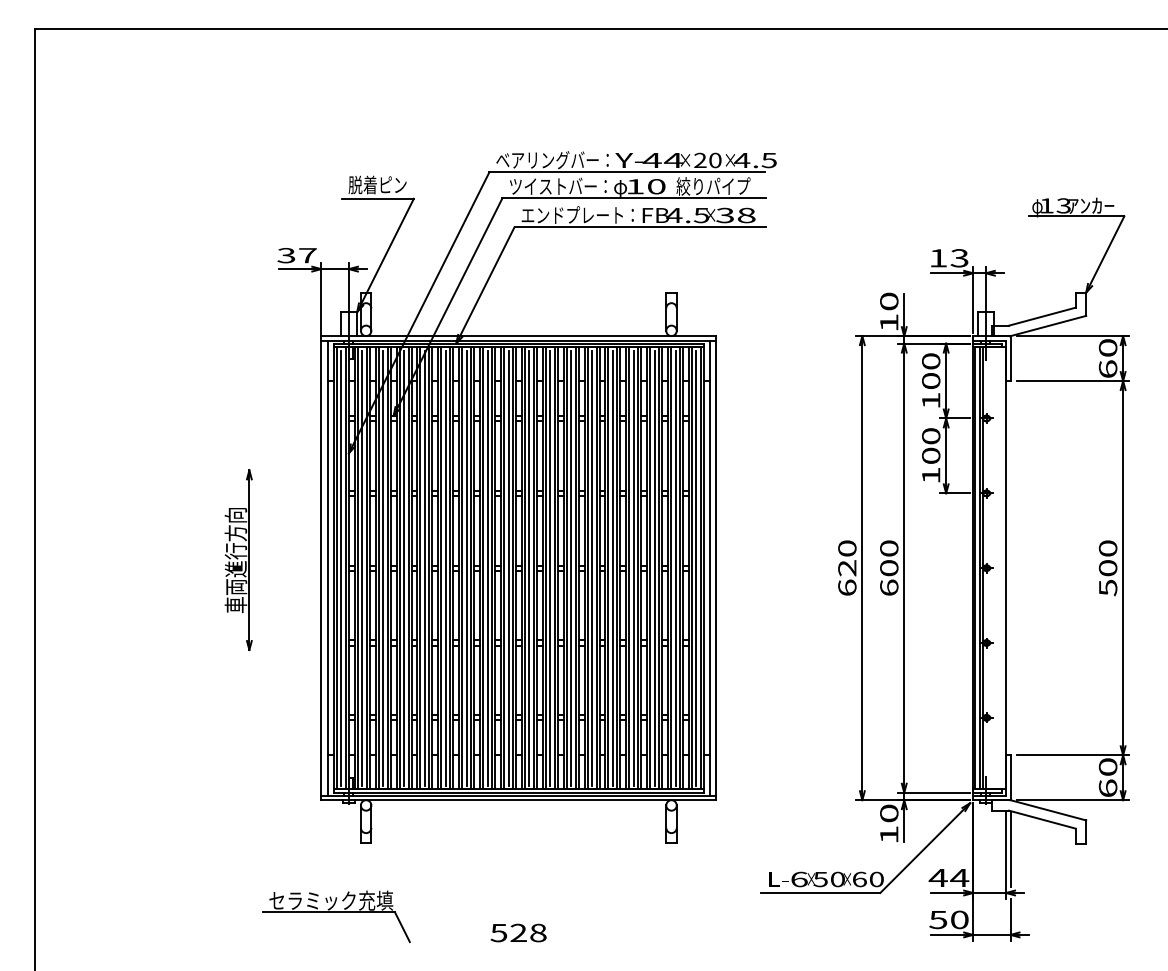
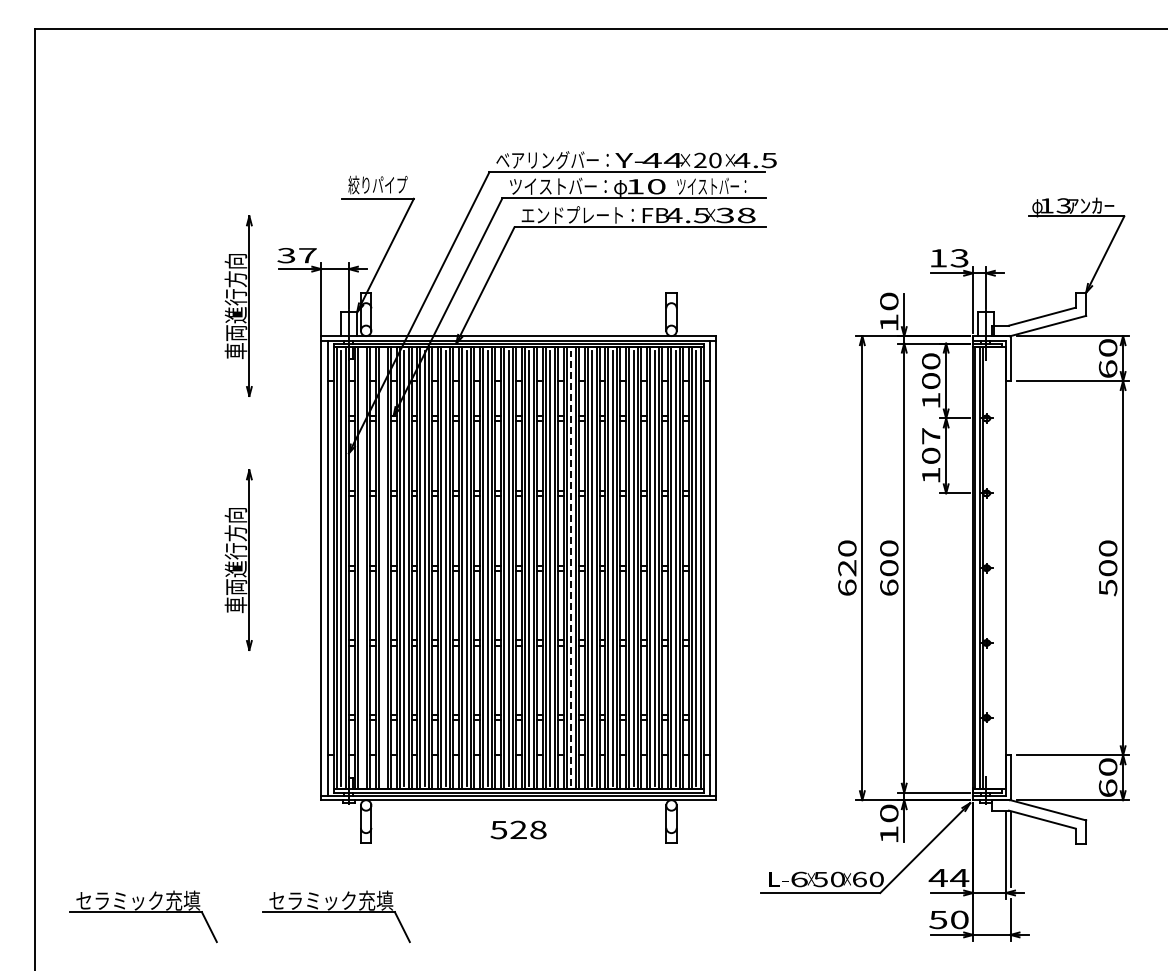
text at (377, 184): 脱着ピン -> 絞りパイプ
text at (713, 186): 絞りパイプ -> ツイストバー：
part at (238, 305): none -> present
text at (931, 436): 100 -> 107
line at (362, 567): present -> none
line at (383, 567): present -> none
line at (571, 567): solid -> dashed
part at (143, 916): none -> present
text at (518, 932) position: (518, 932) -> (518, 829)
